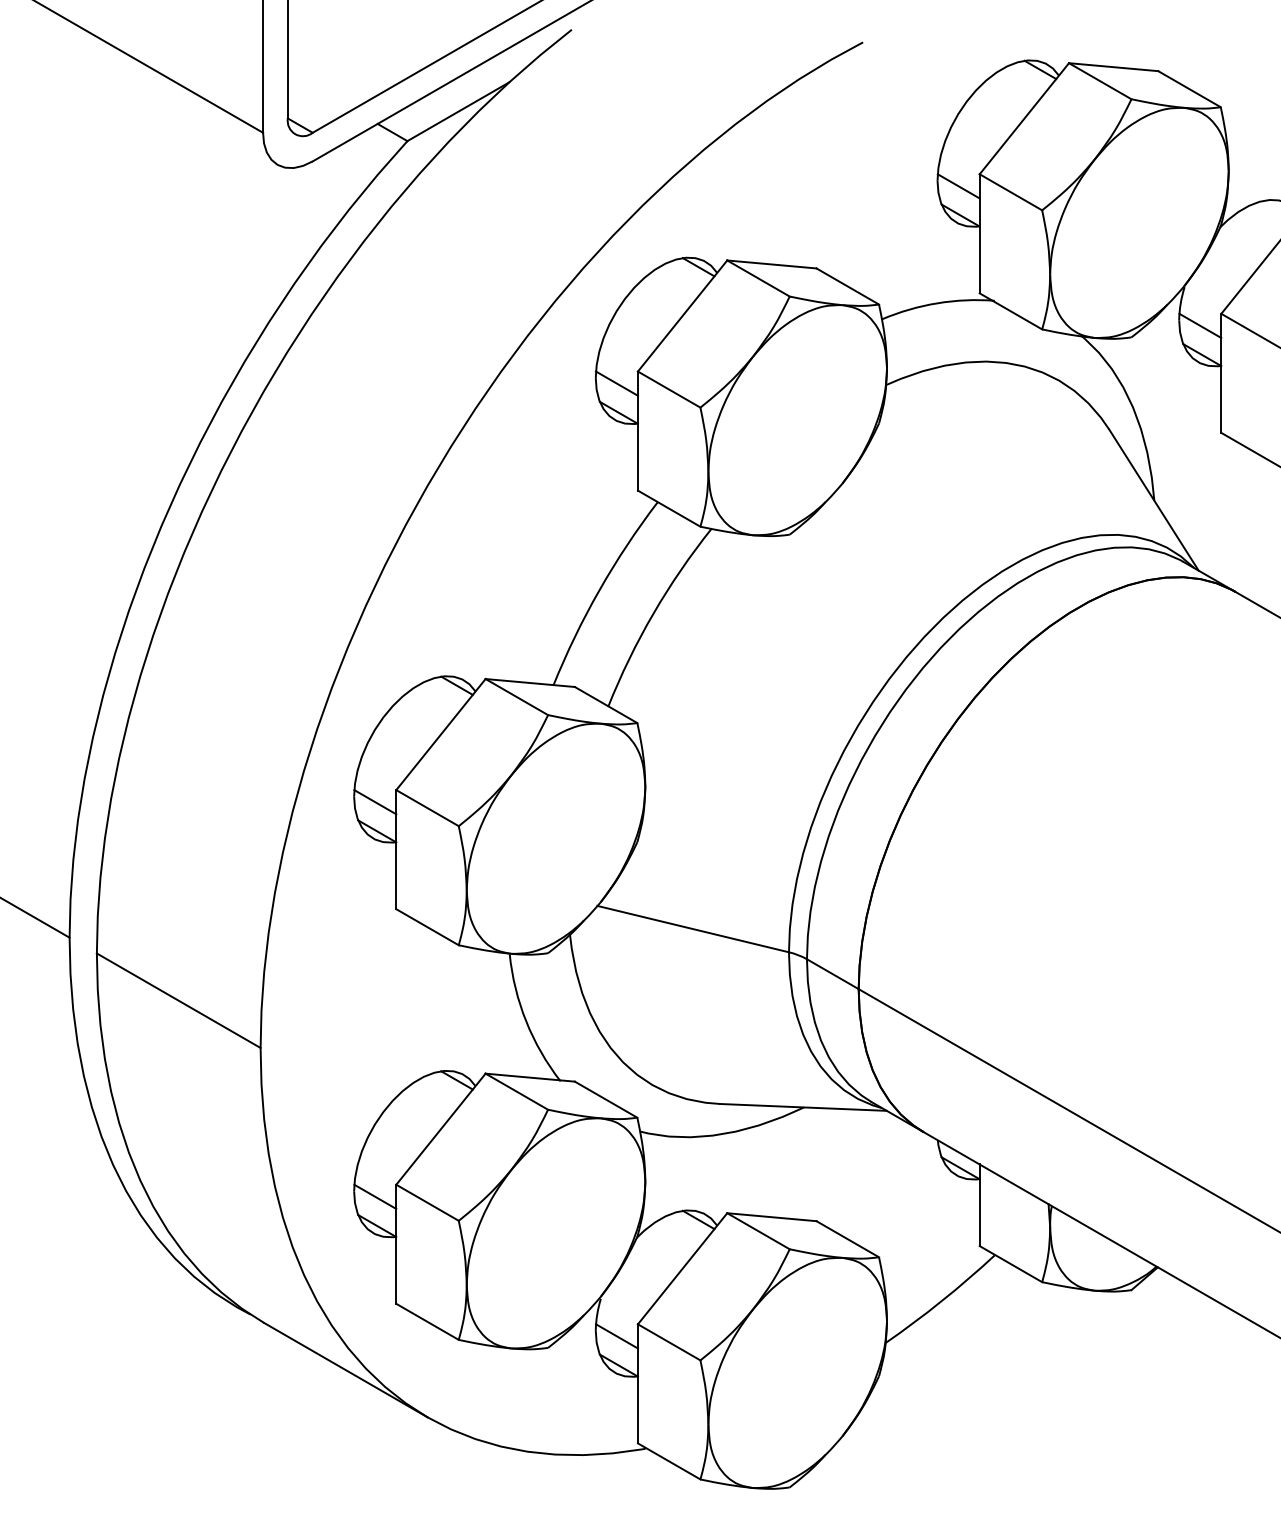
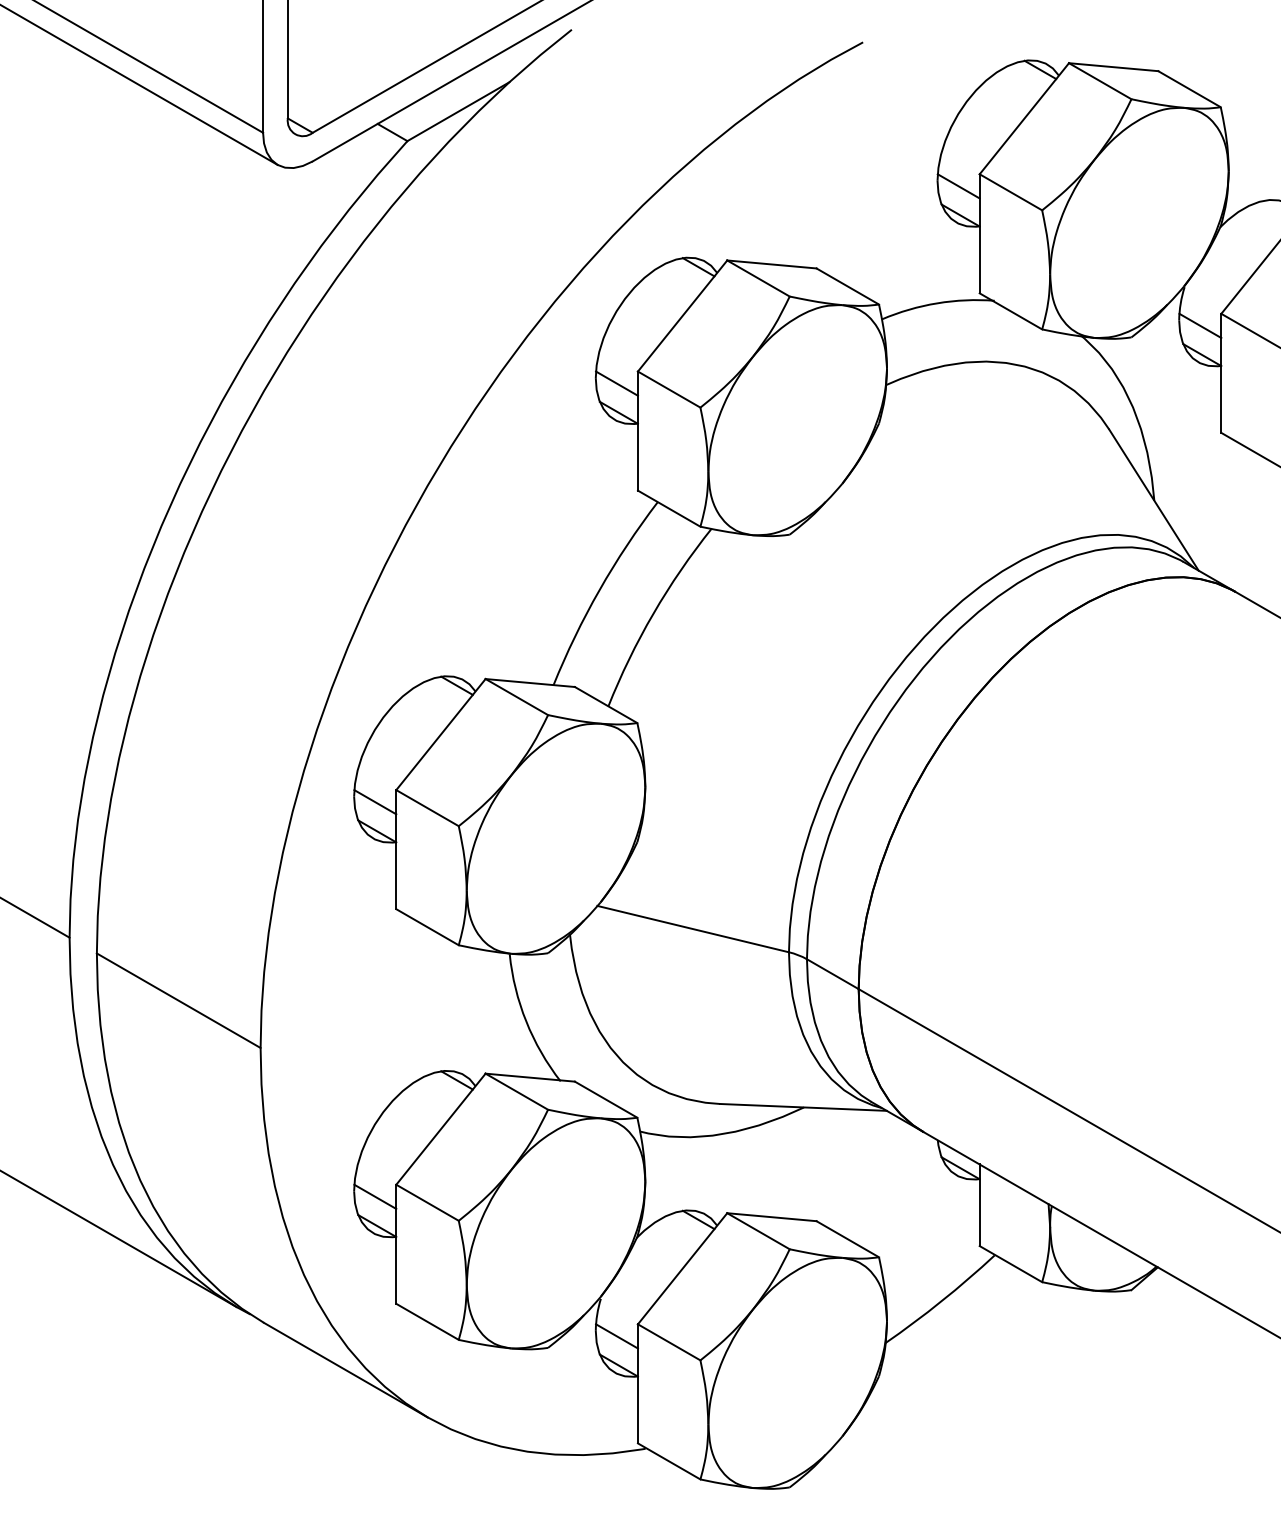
line at (139, 84): none -> present
line at (119, 1239): none -> present
